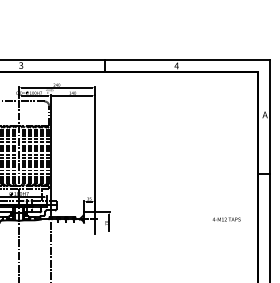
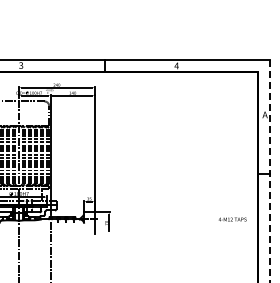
line at (270, 172): solid -> dashed
text at (226, 219) position: (226, 219) -> (232, 219)
